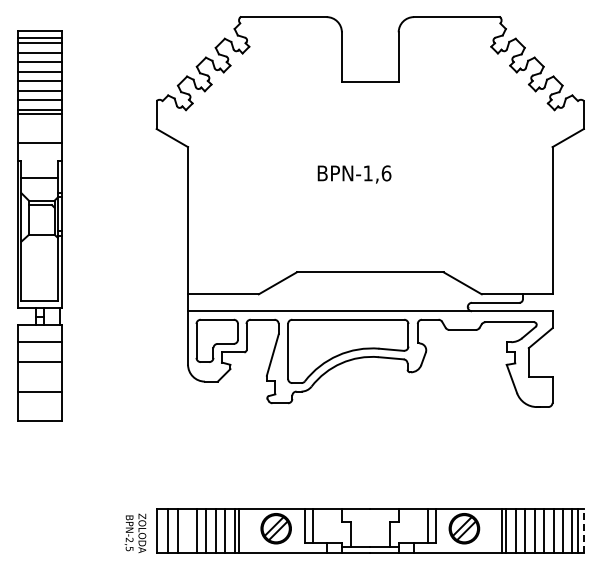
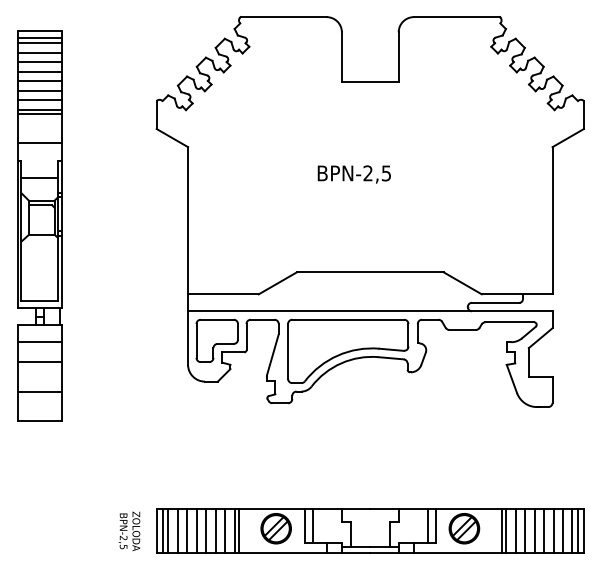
text at (377, 173): BPN-1,6 -> BPN-2,5
line at (162, 530): none -> present
line at (187, 530): none -> present
line at (583, 530): dashed -> solid
text at (135, 533) position: (135, 533) -> (129, 531)
